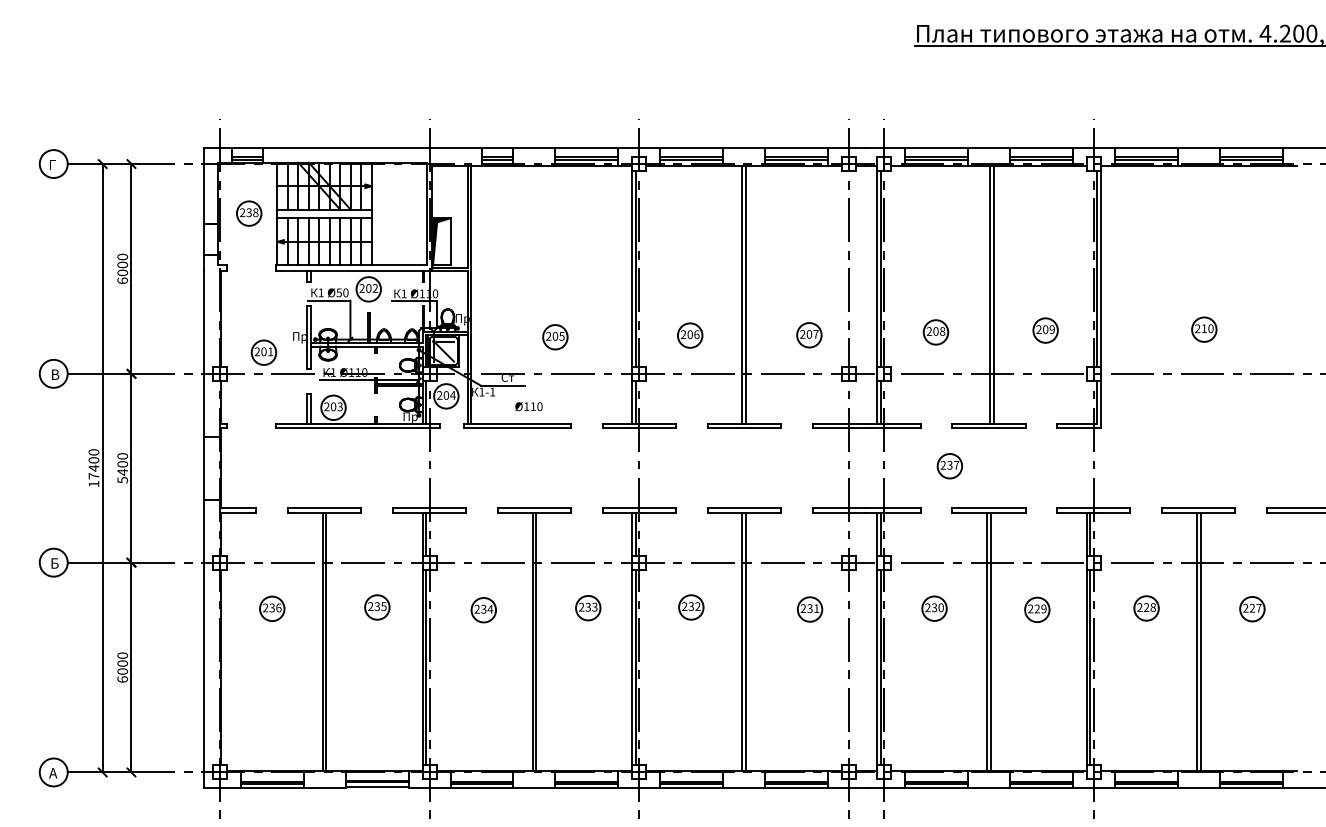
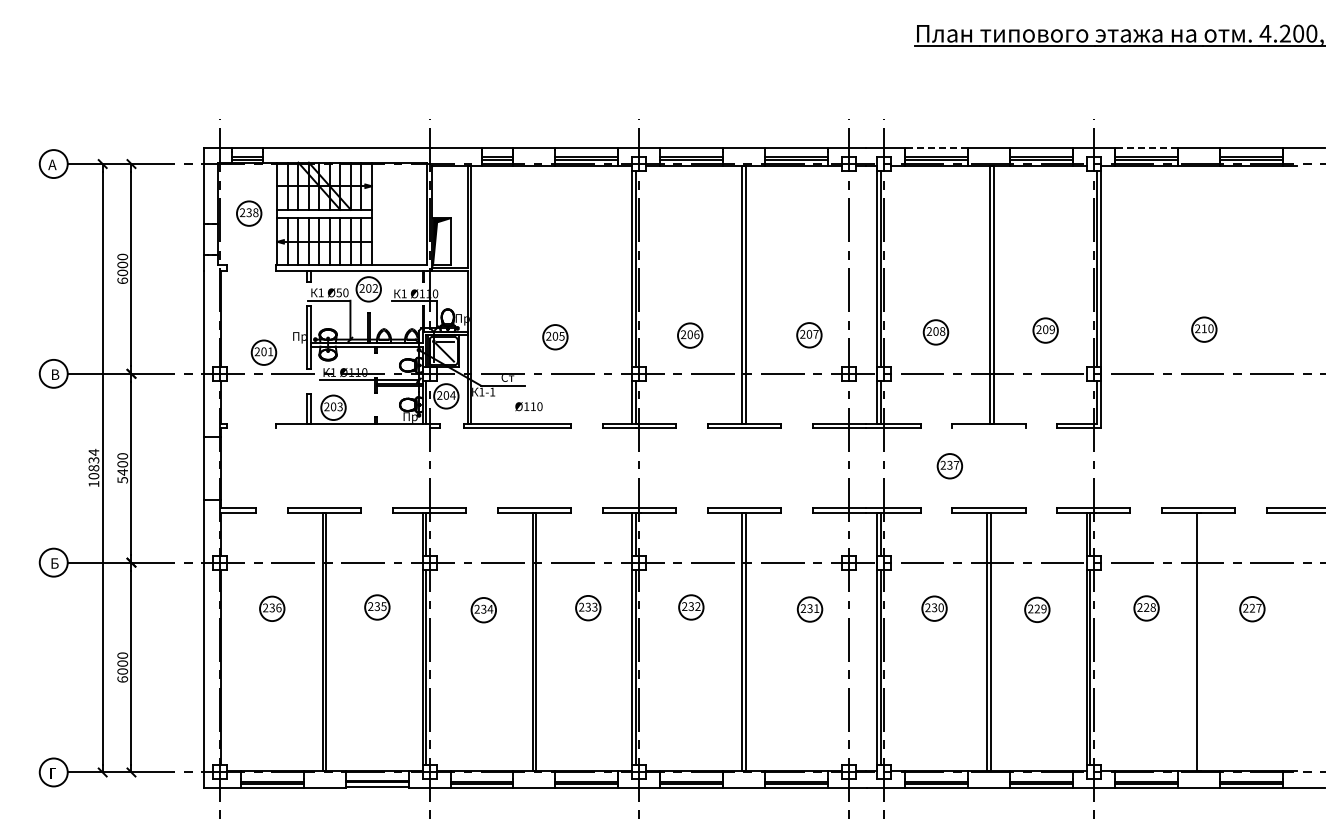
line at (936, 148): solid -> dashed
line at (1145, 148): solid -> dashed
text at (52, 164): Г -> А
line at (352, 428): present -> none
line at (988, 428): present -> none
text at (93, 463): 17400 -> 10834
line at (1200, 641): present -> none
text at (53, 773): А -> Г
